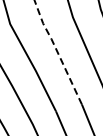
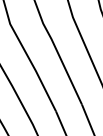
line at (57, 51): dashed -> solid
